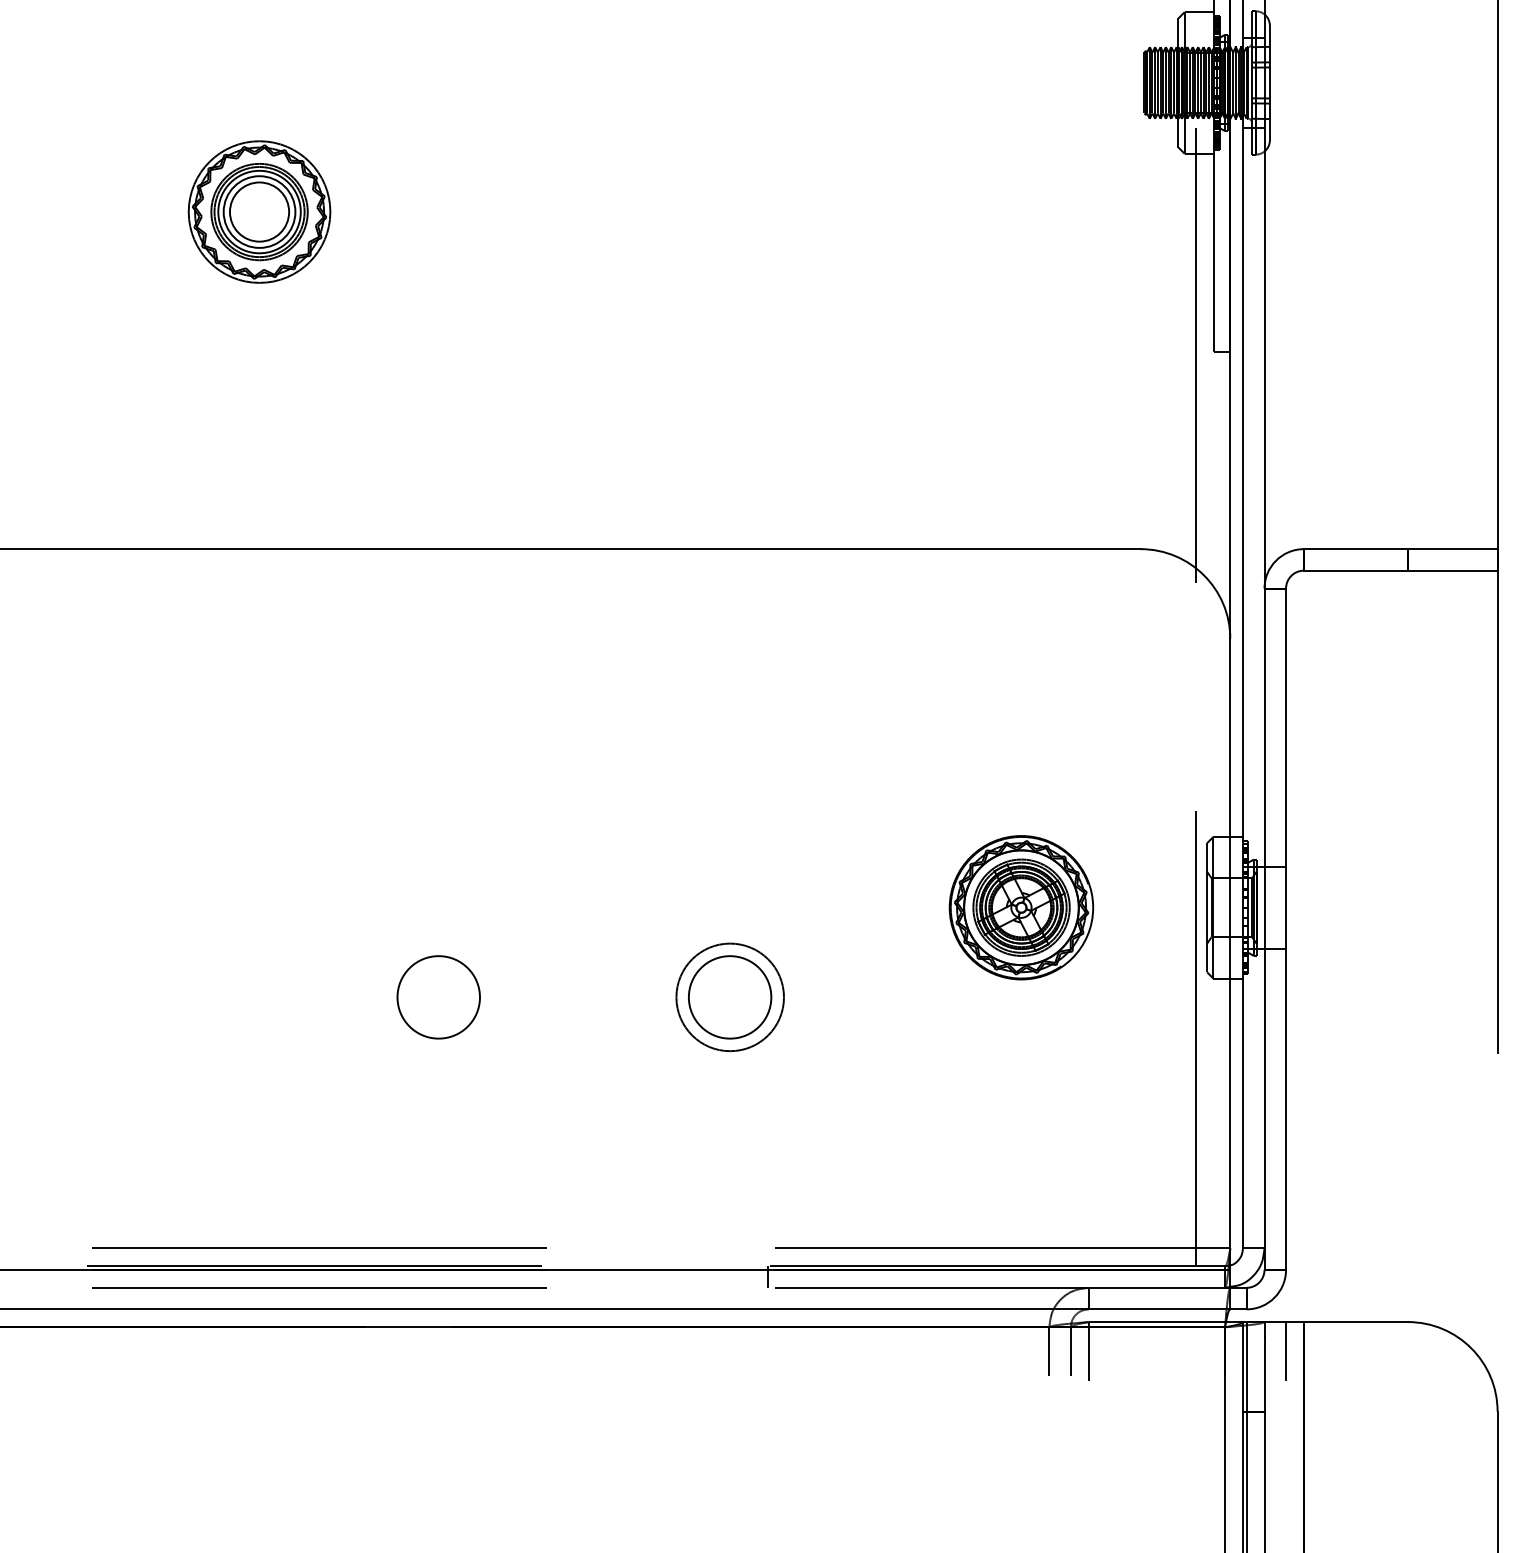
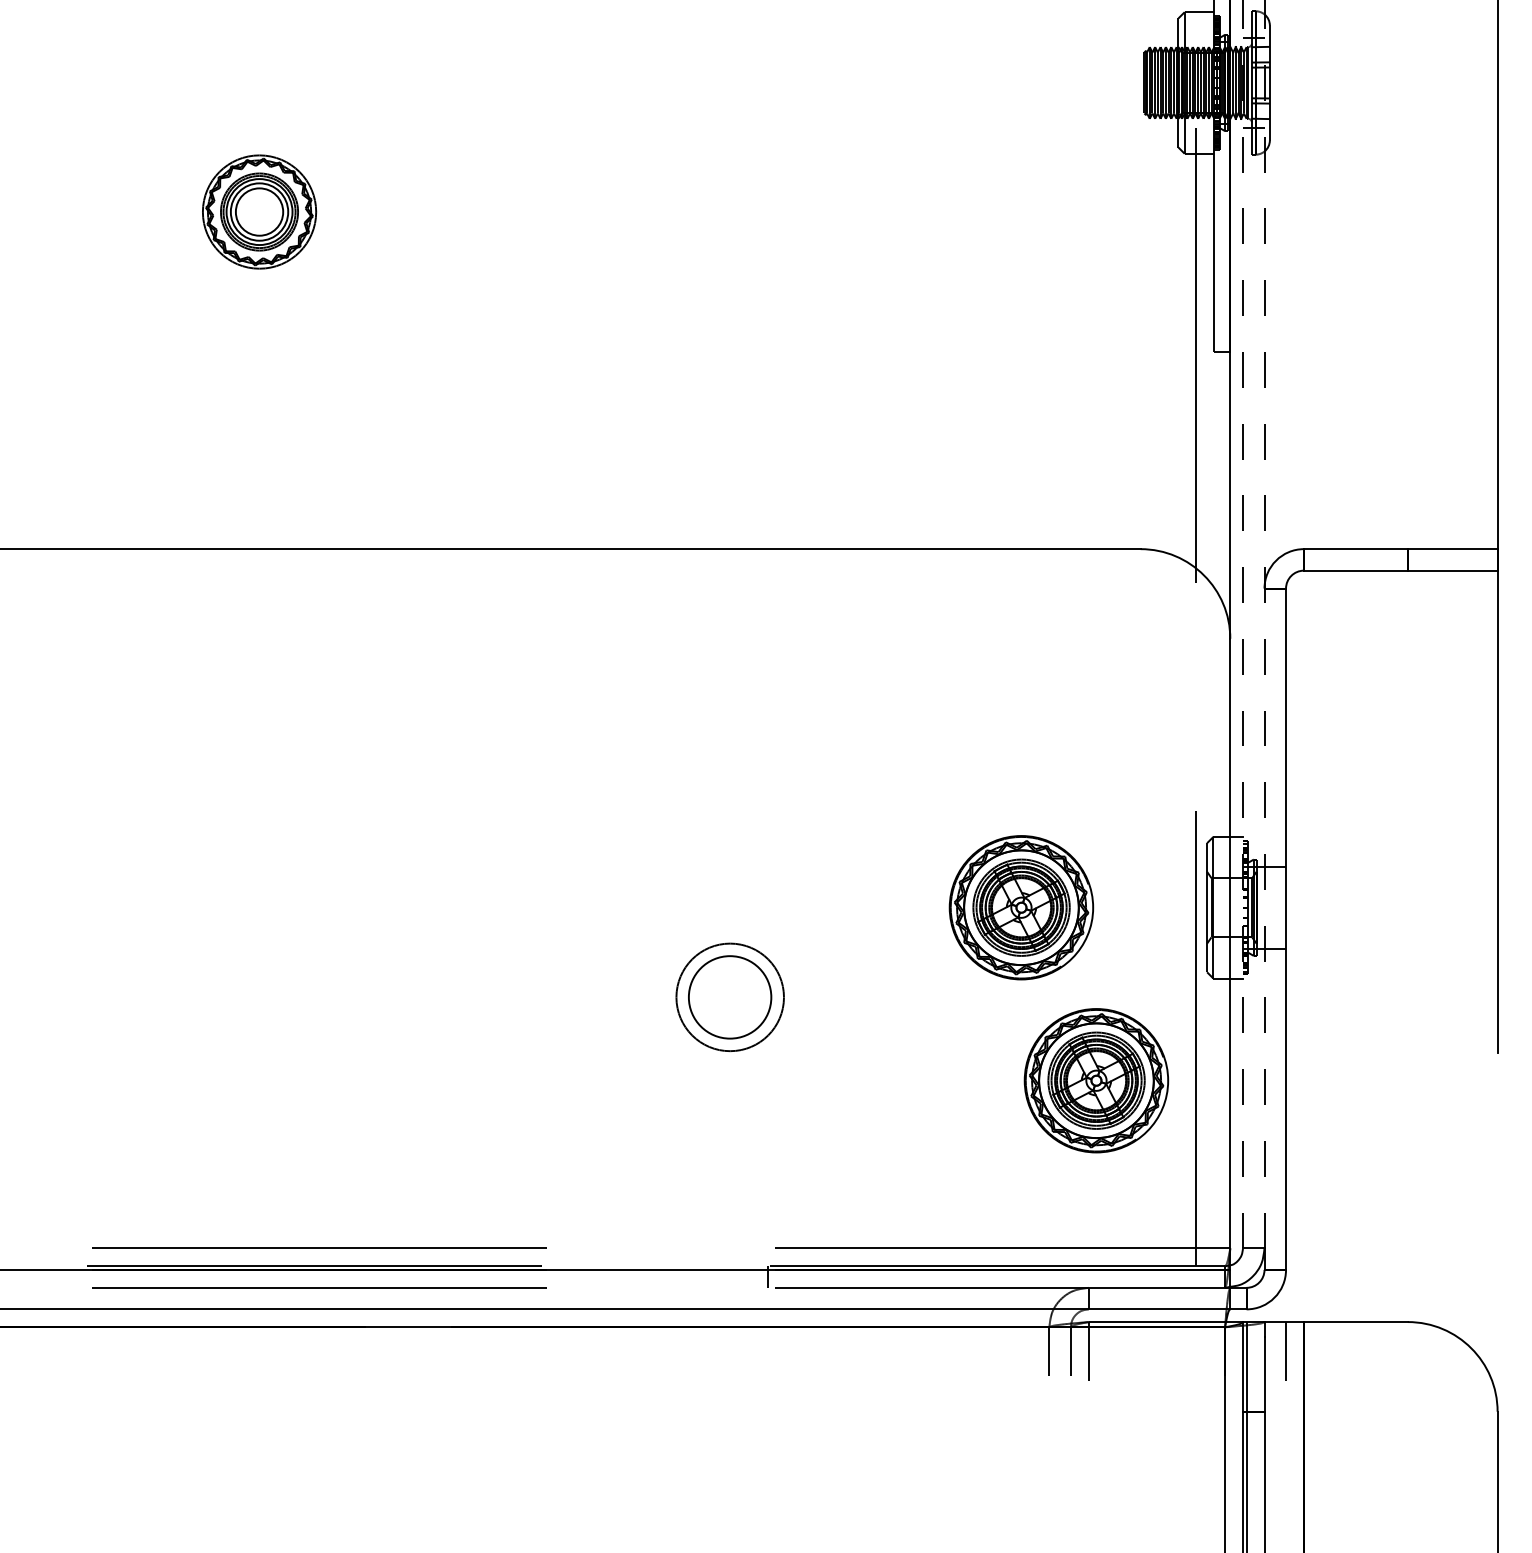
part at (259, 211) size: 145x144 px -> 116x116 px
line at (1243, 623): solid -> dashed
line at (1264, 623): solid -> dashed
circle at (438, 997): present -> none
part at (1096, 1080): none -> present
